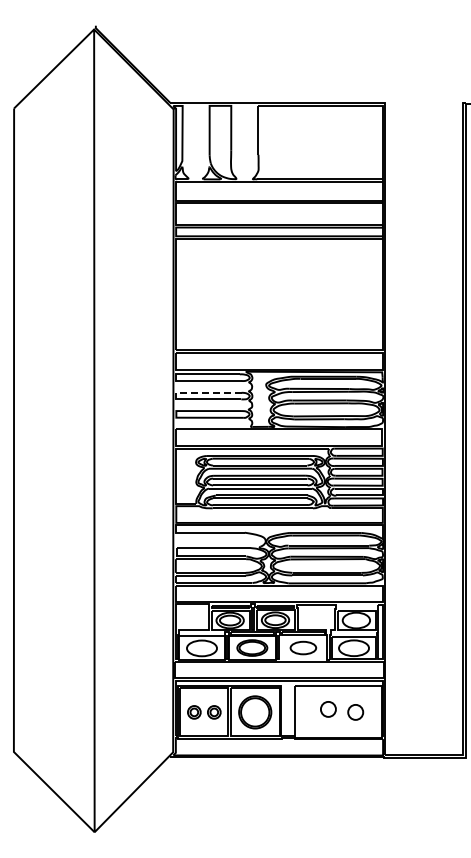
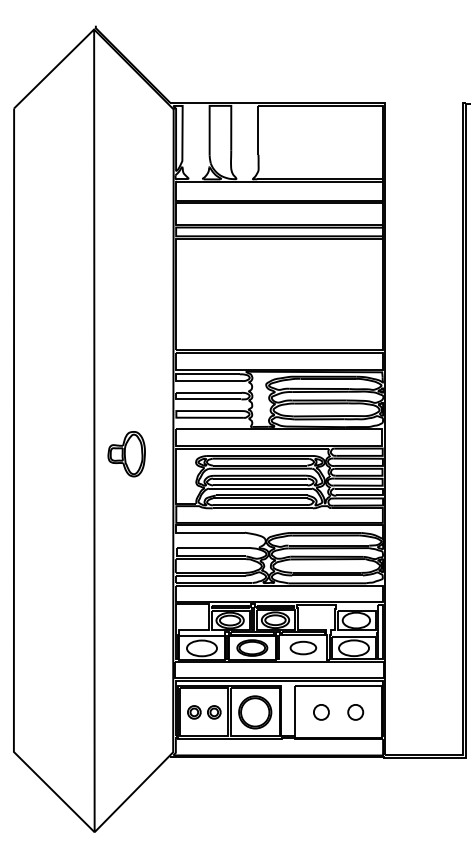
line at (208, 392): dashed -> solid
part at (126, 454): none -> present
circle at (328, 709) position: (328, 709) -> (321, 712)
